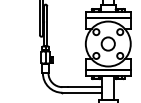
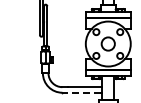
line at (81, 92): solid -> dashed
